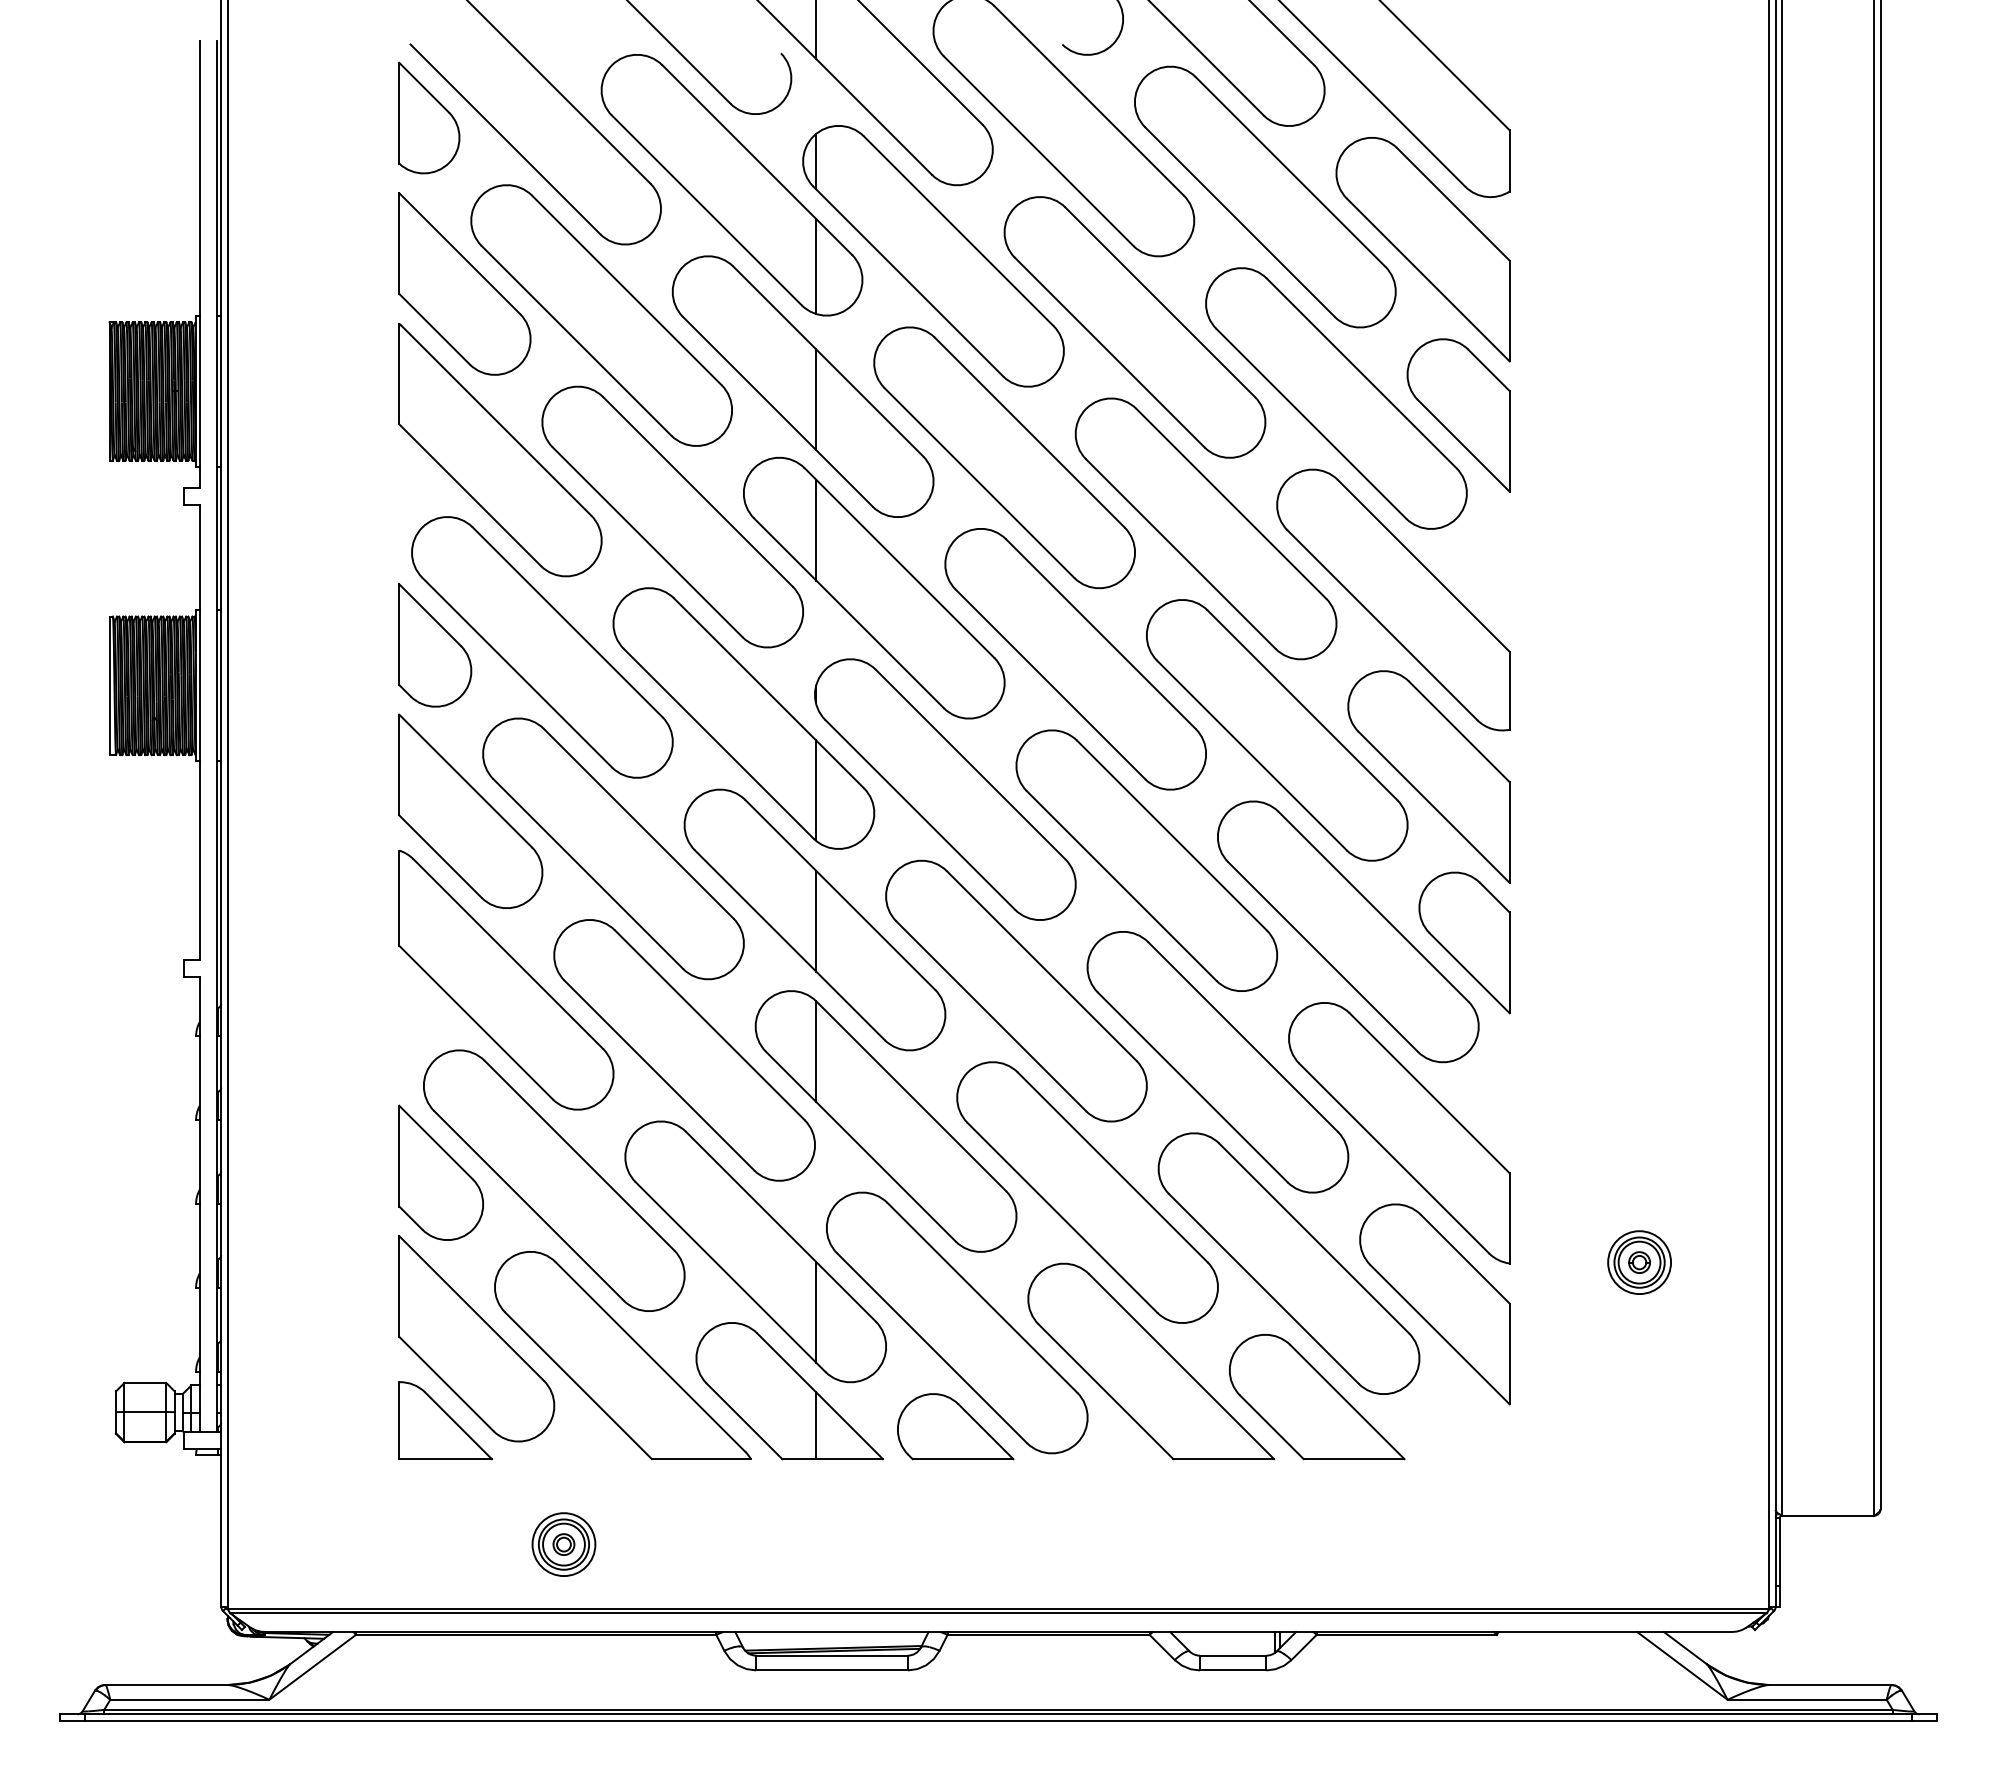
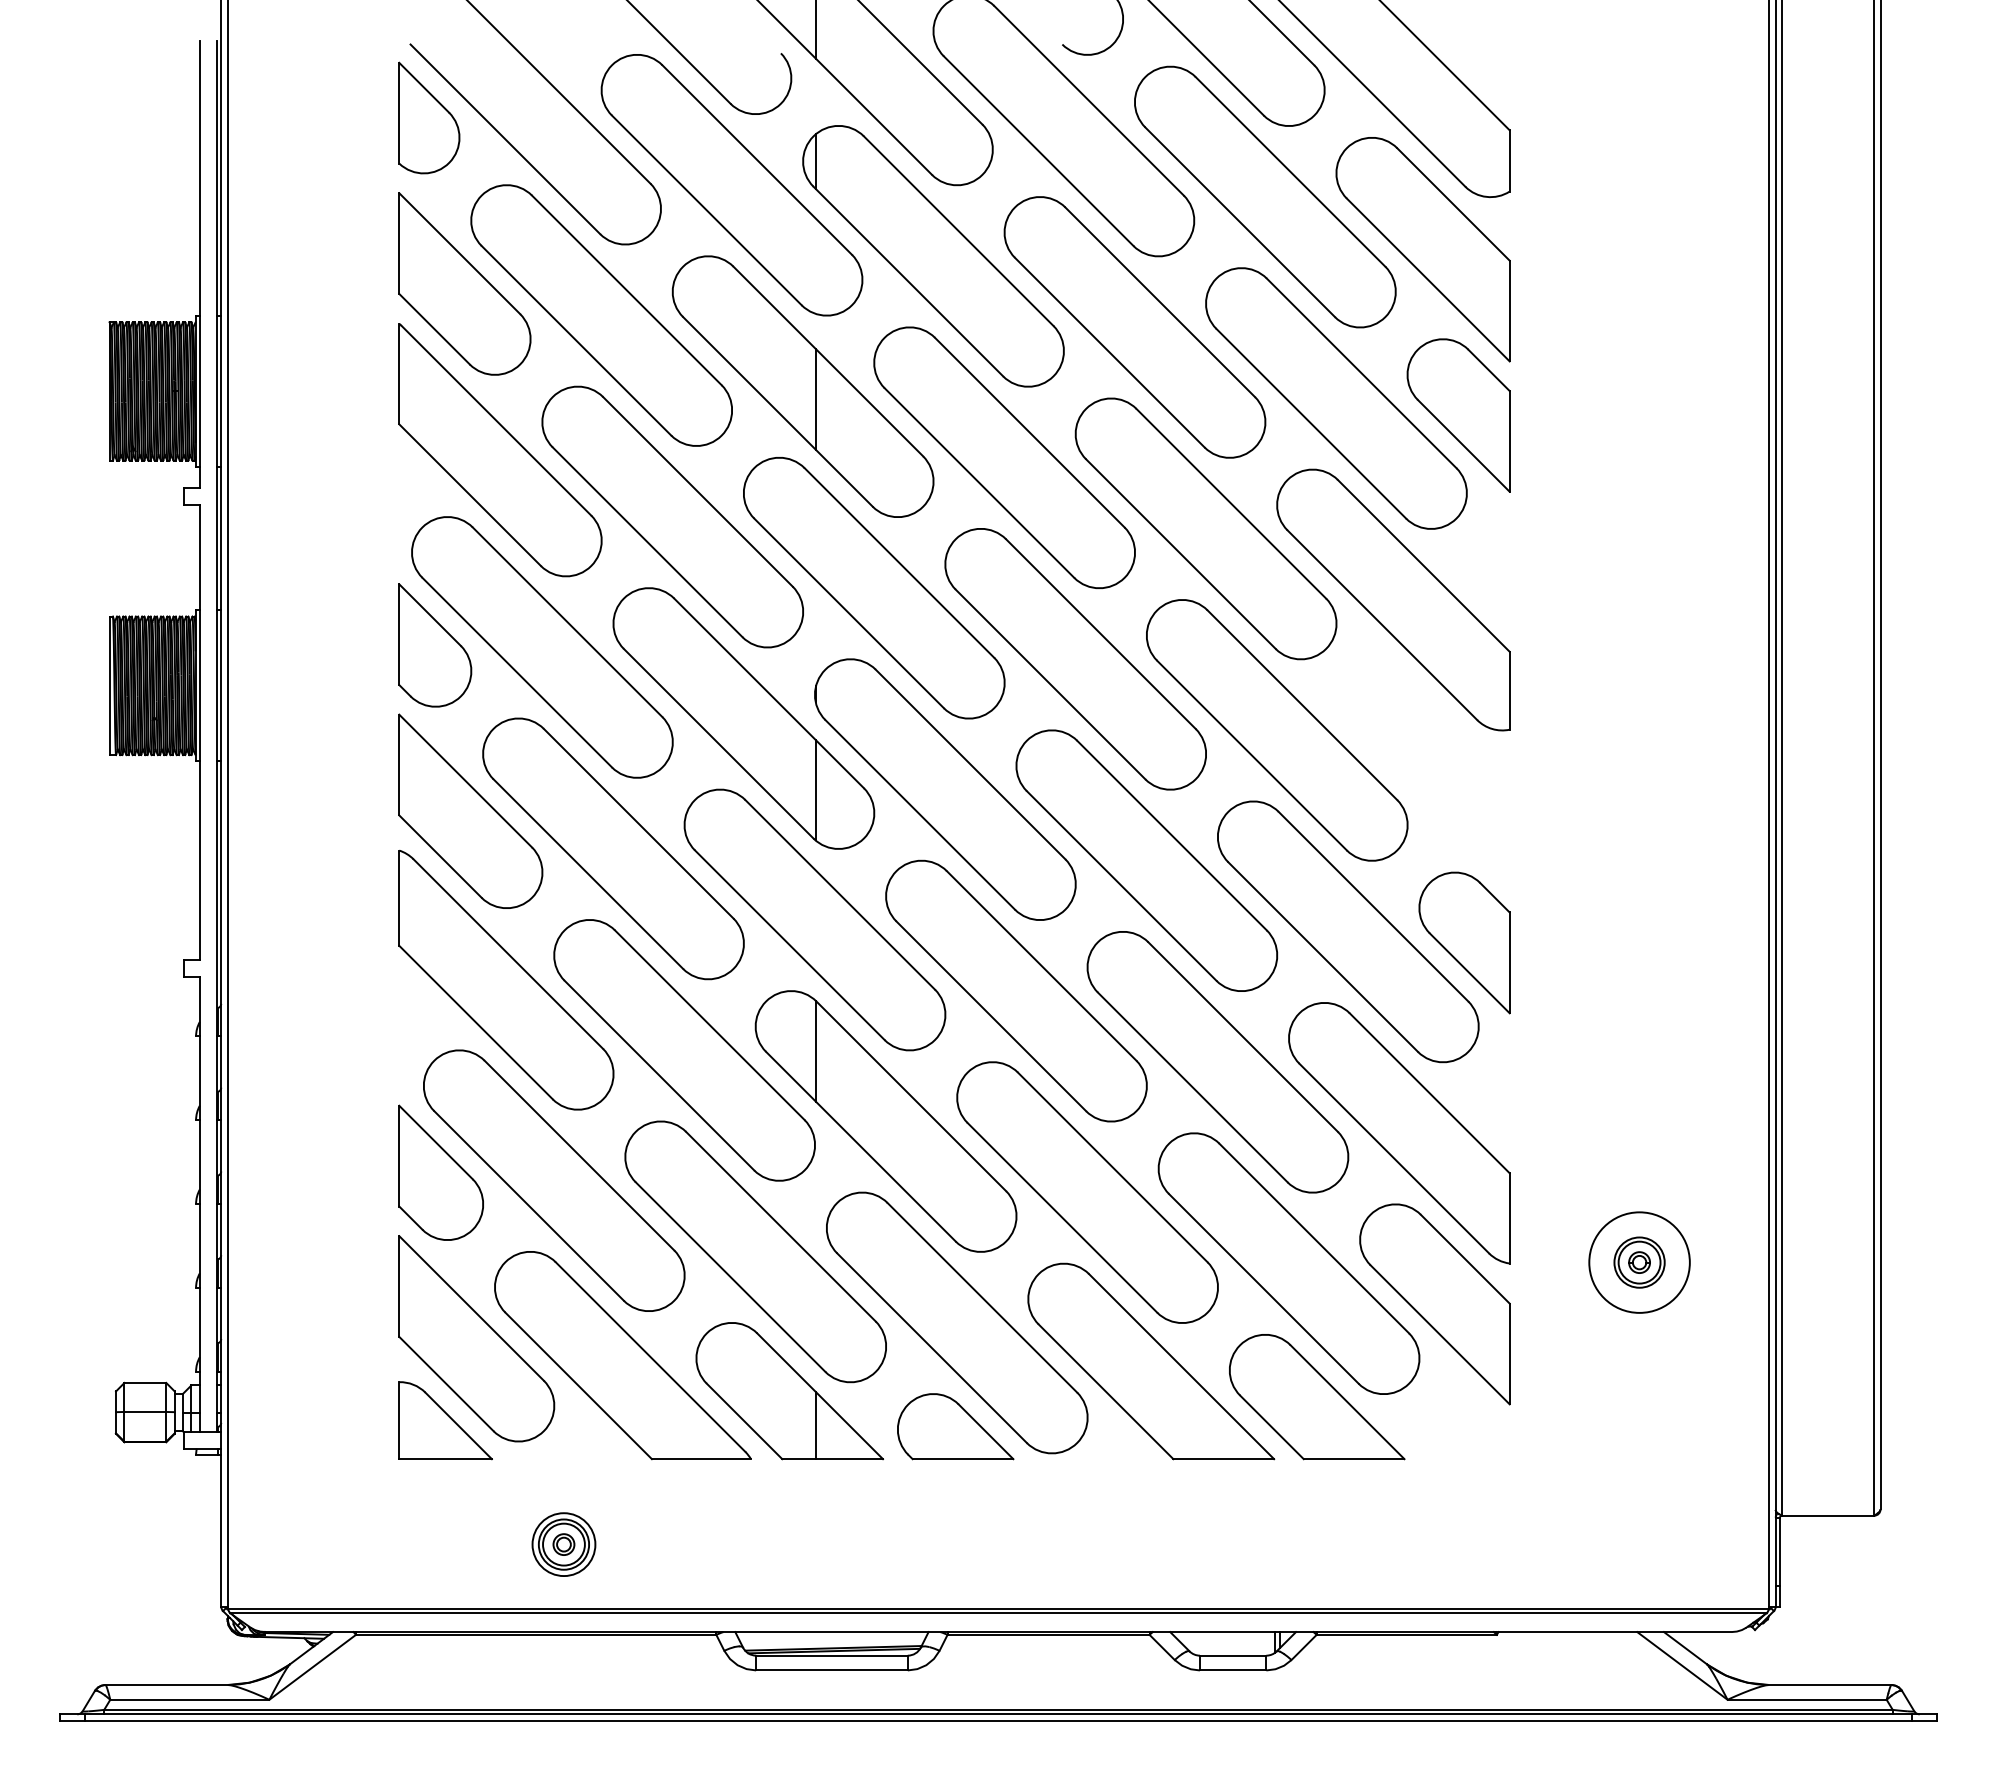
line at (816, 266): present -> none
line at (816, 529): present -> none
part at (1428, 776): present -> none
line at (816, 920): present -> none
circle at (1639, 1262) diameter: 63 px -> 101 px
line at (816, 1312): present -> none
